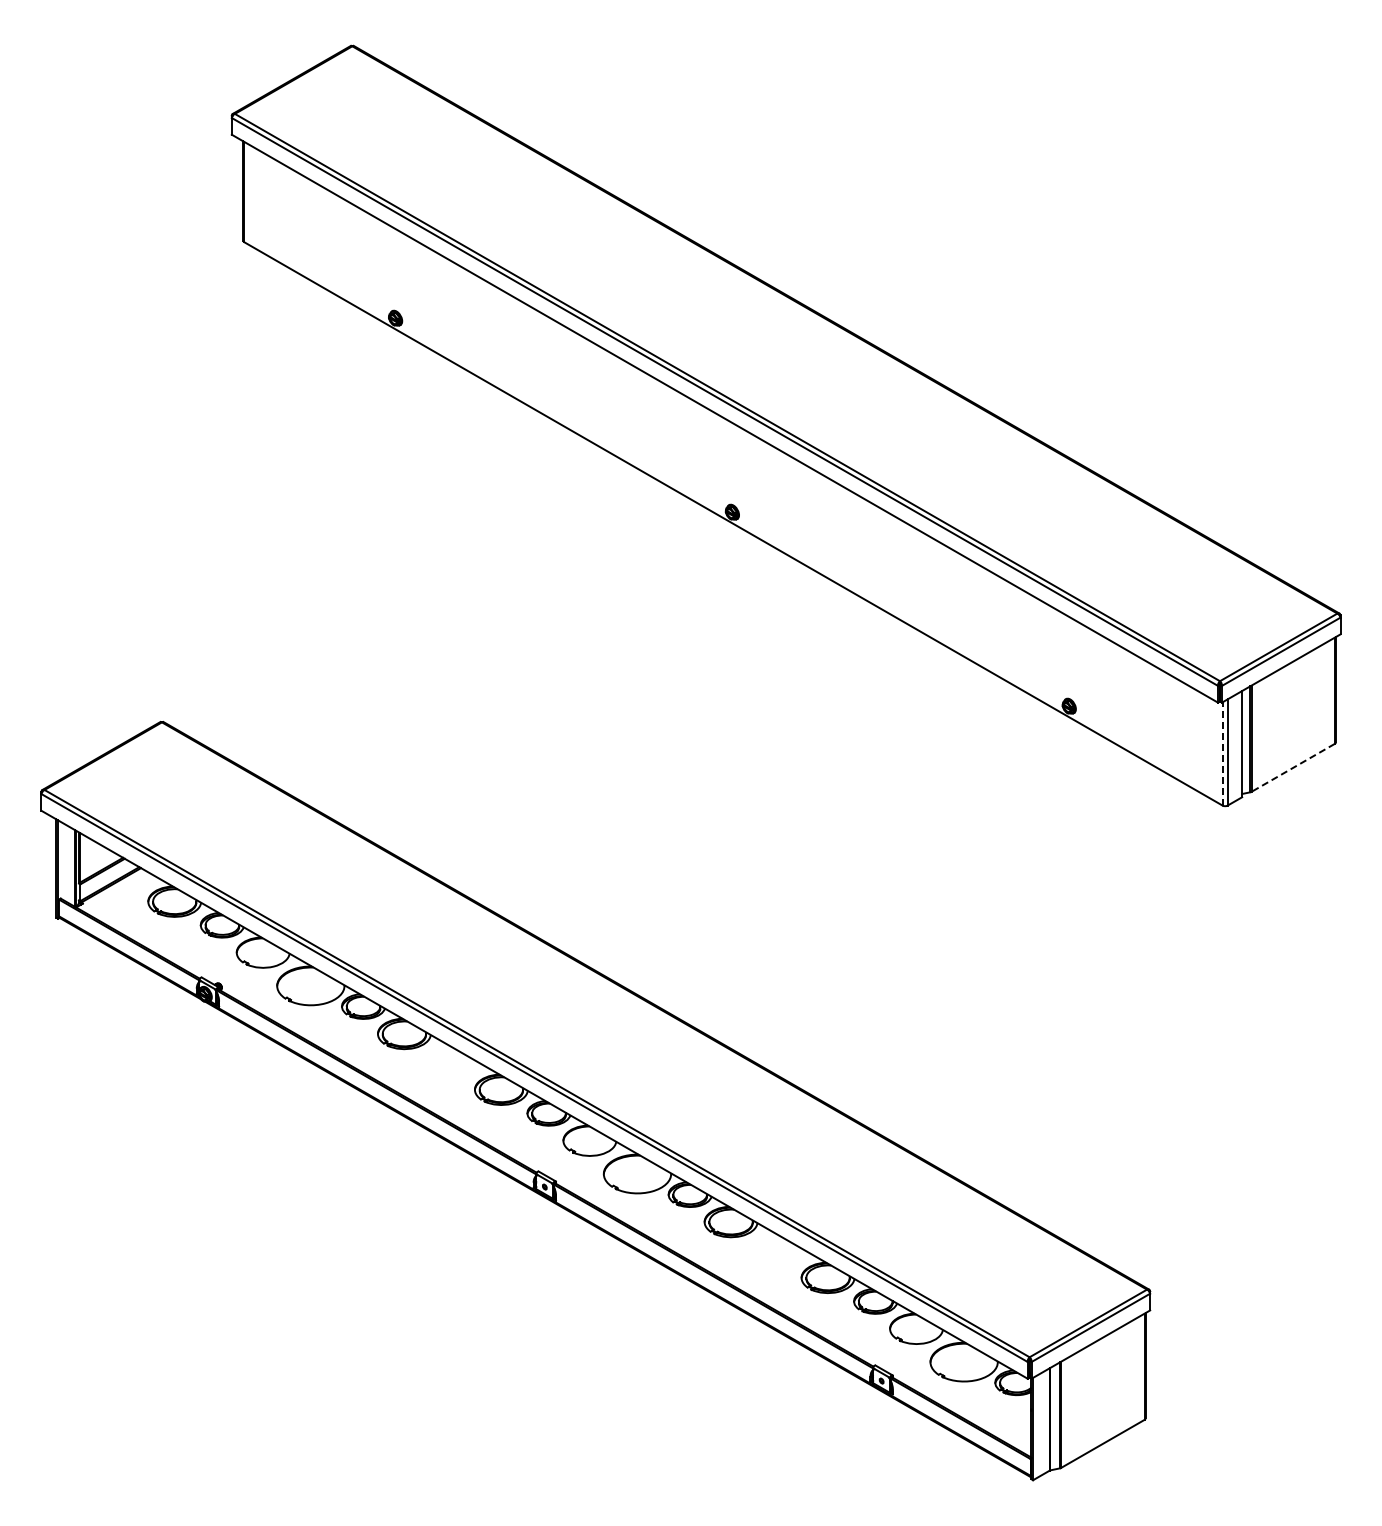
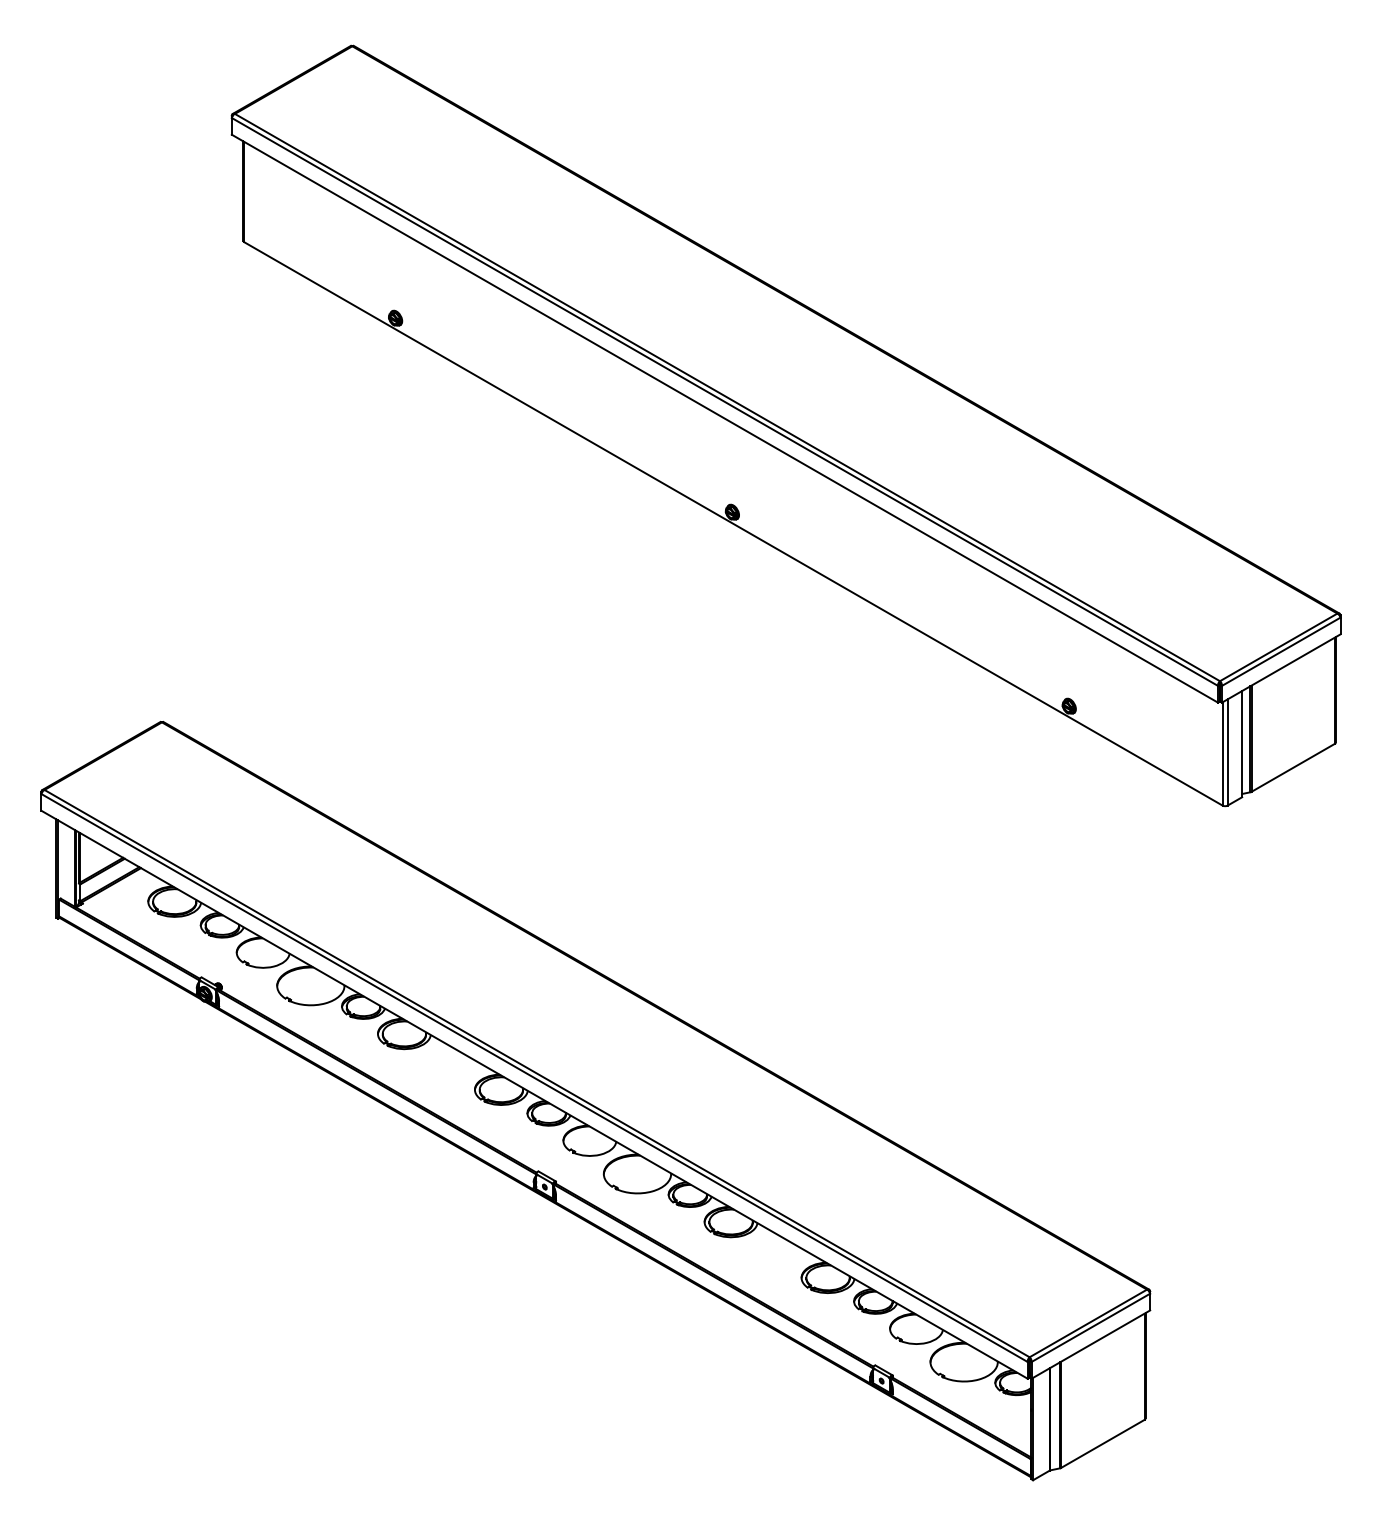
line at (1222, 753): dashed -> solid
line at (1292, 768): dashed -> solid
